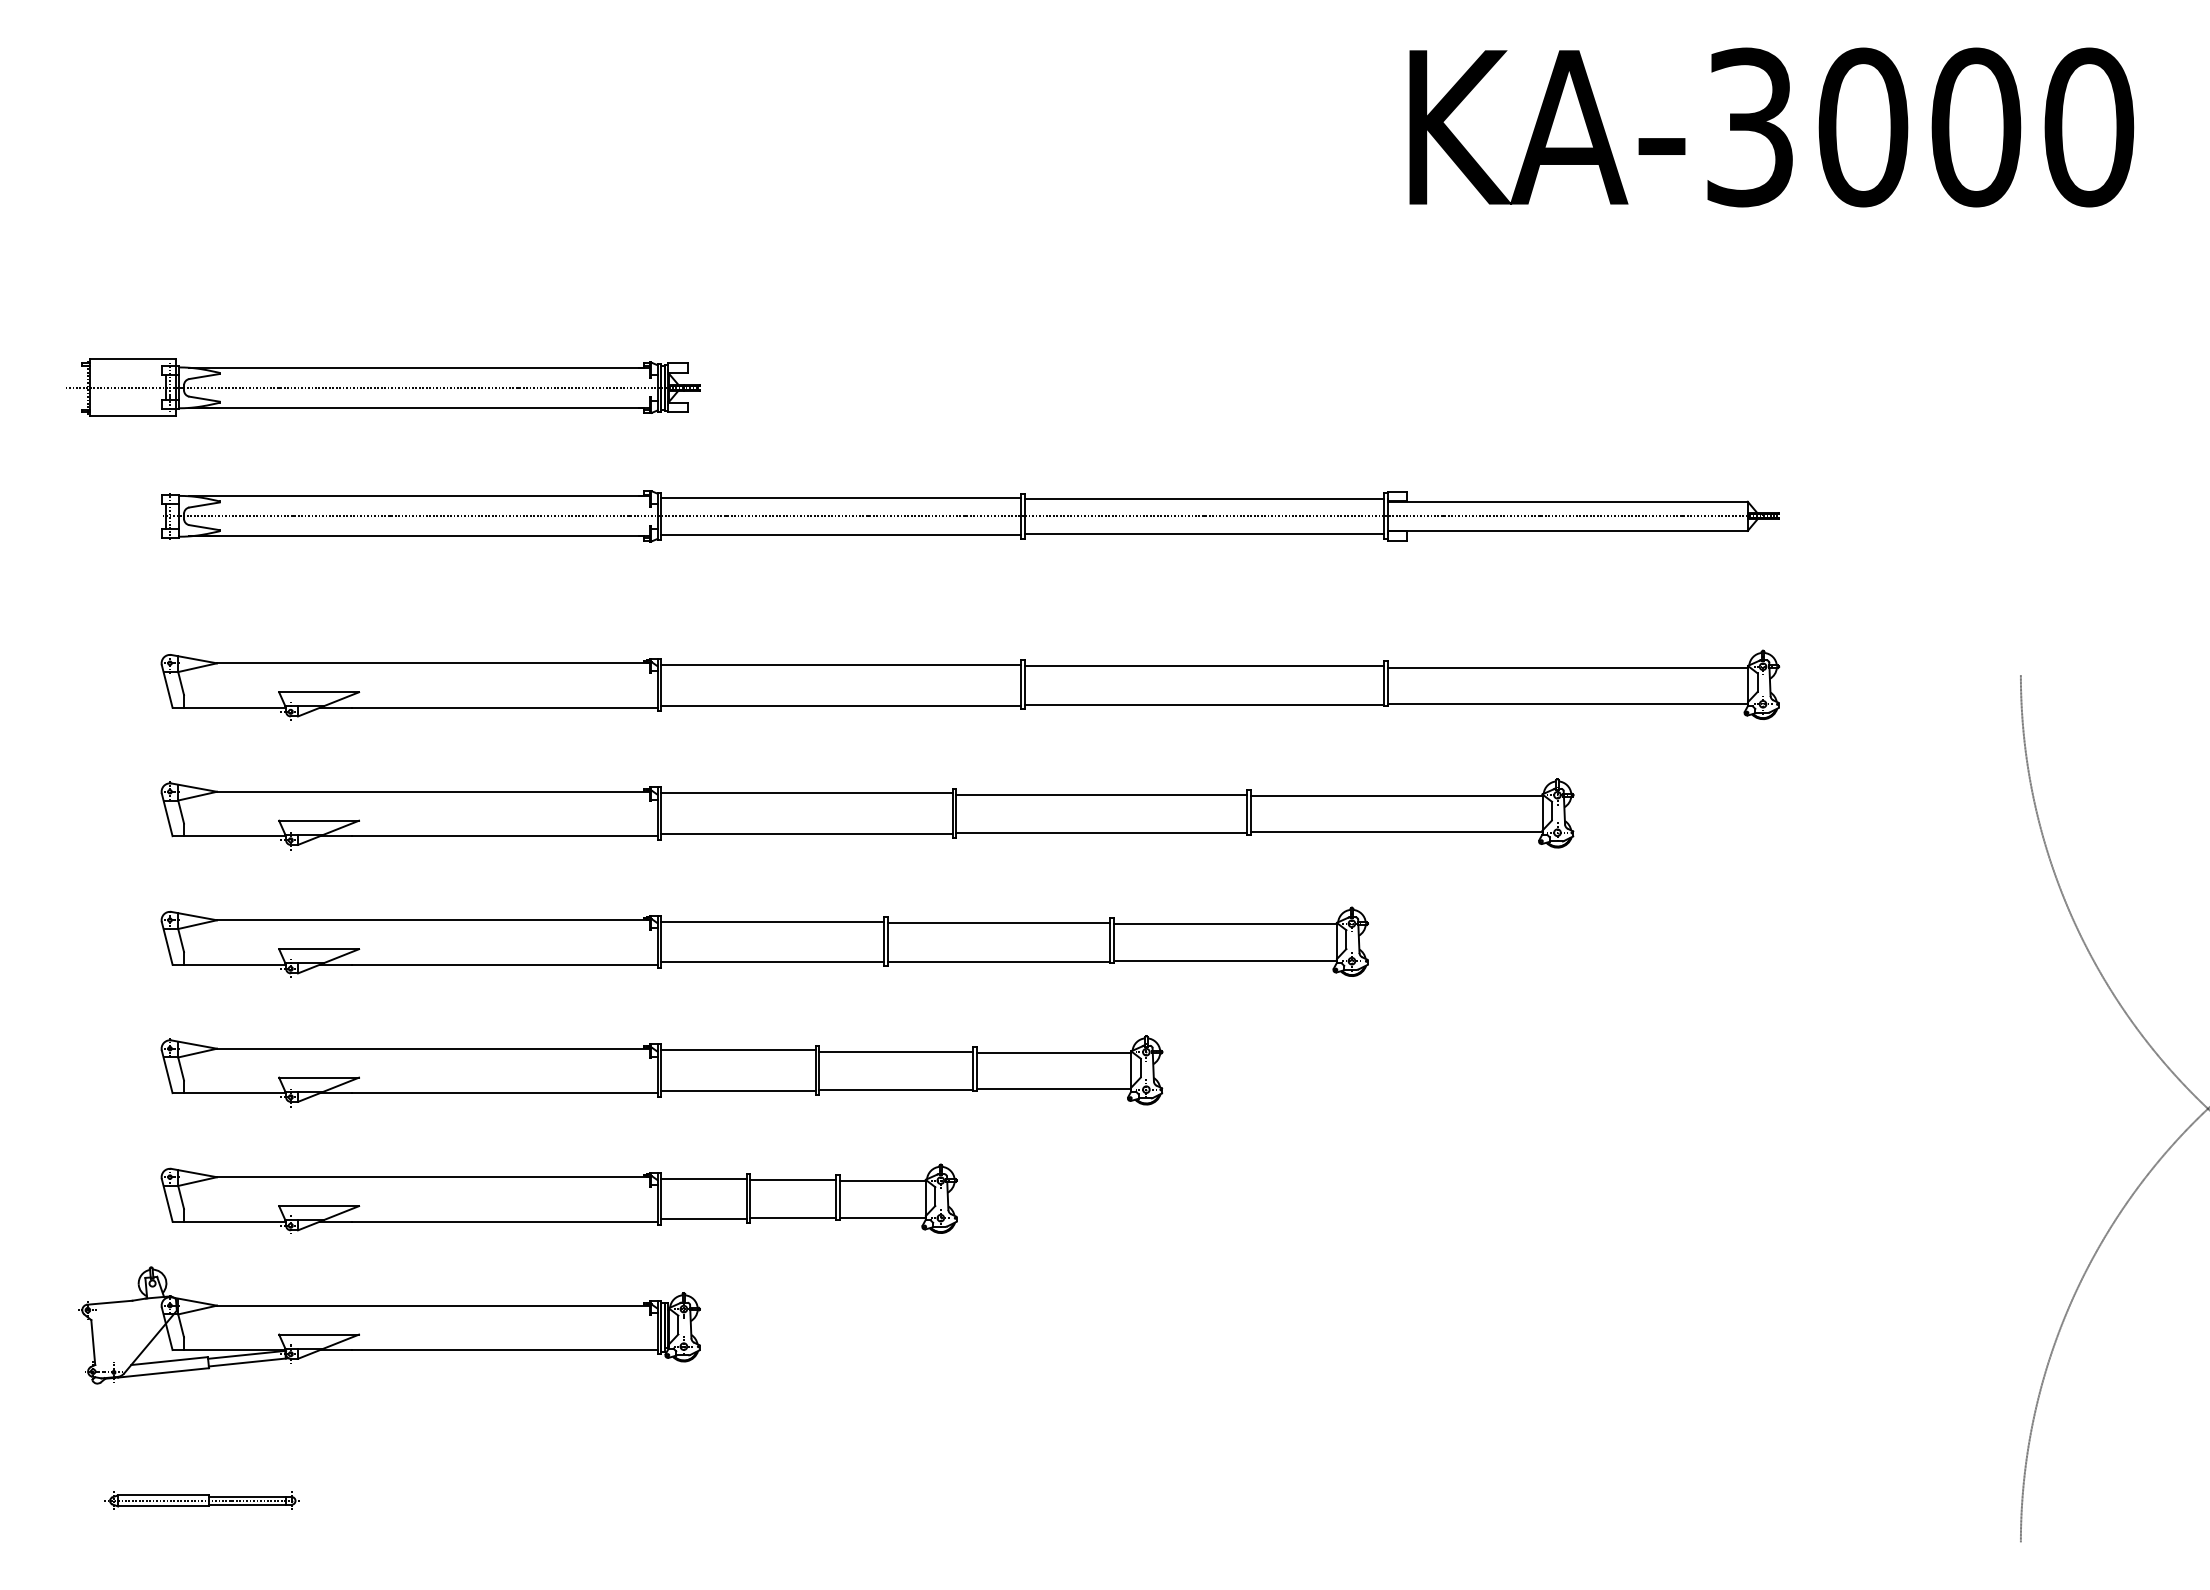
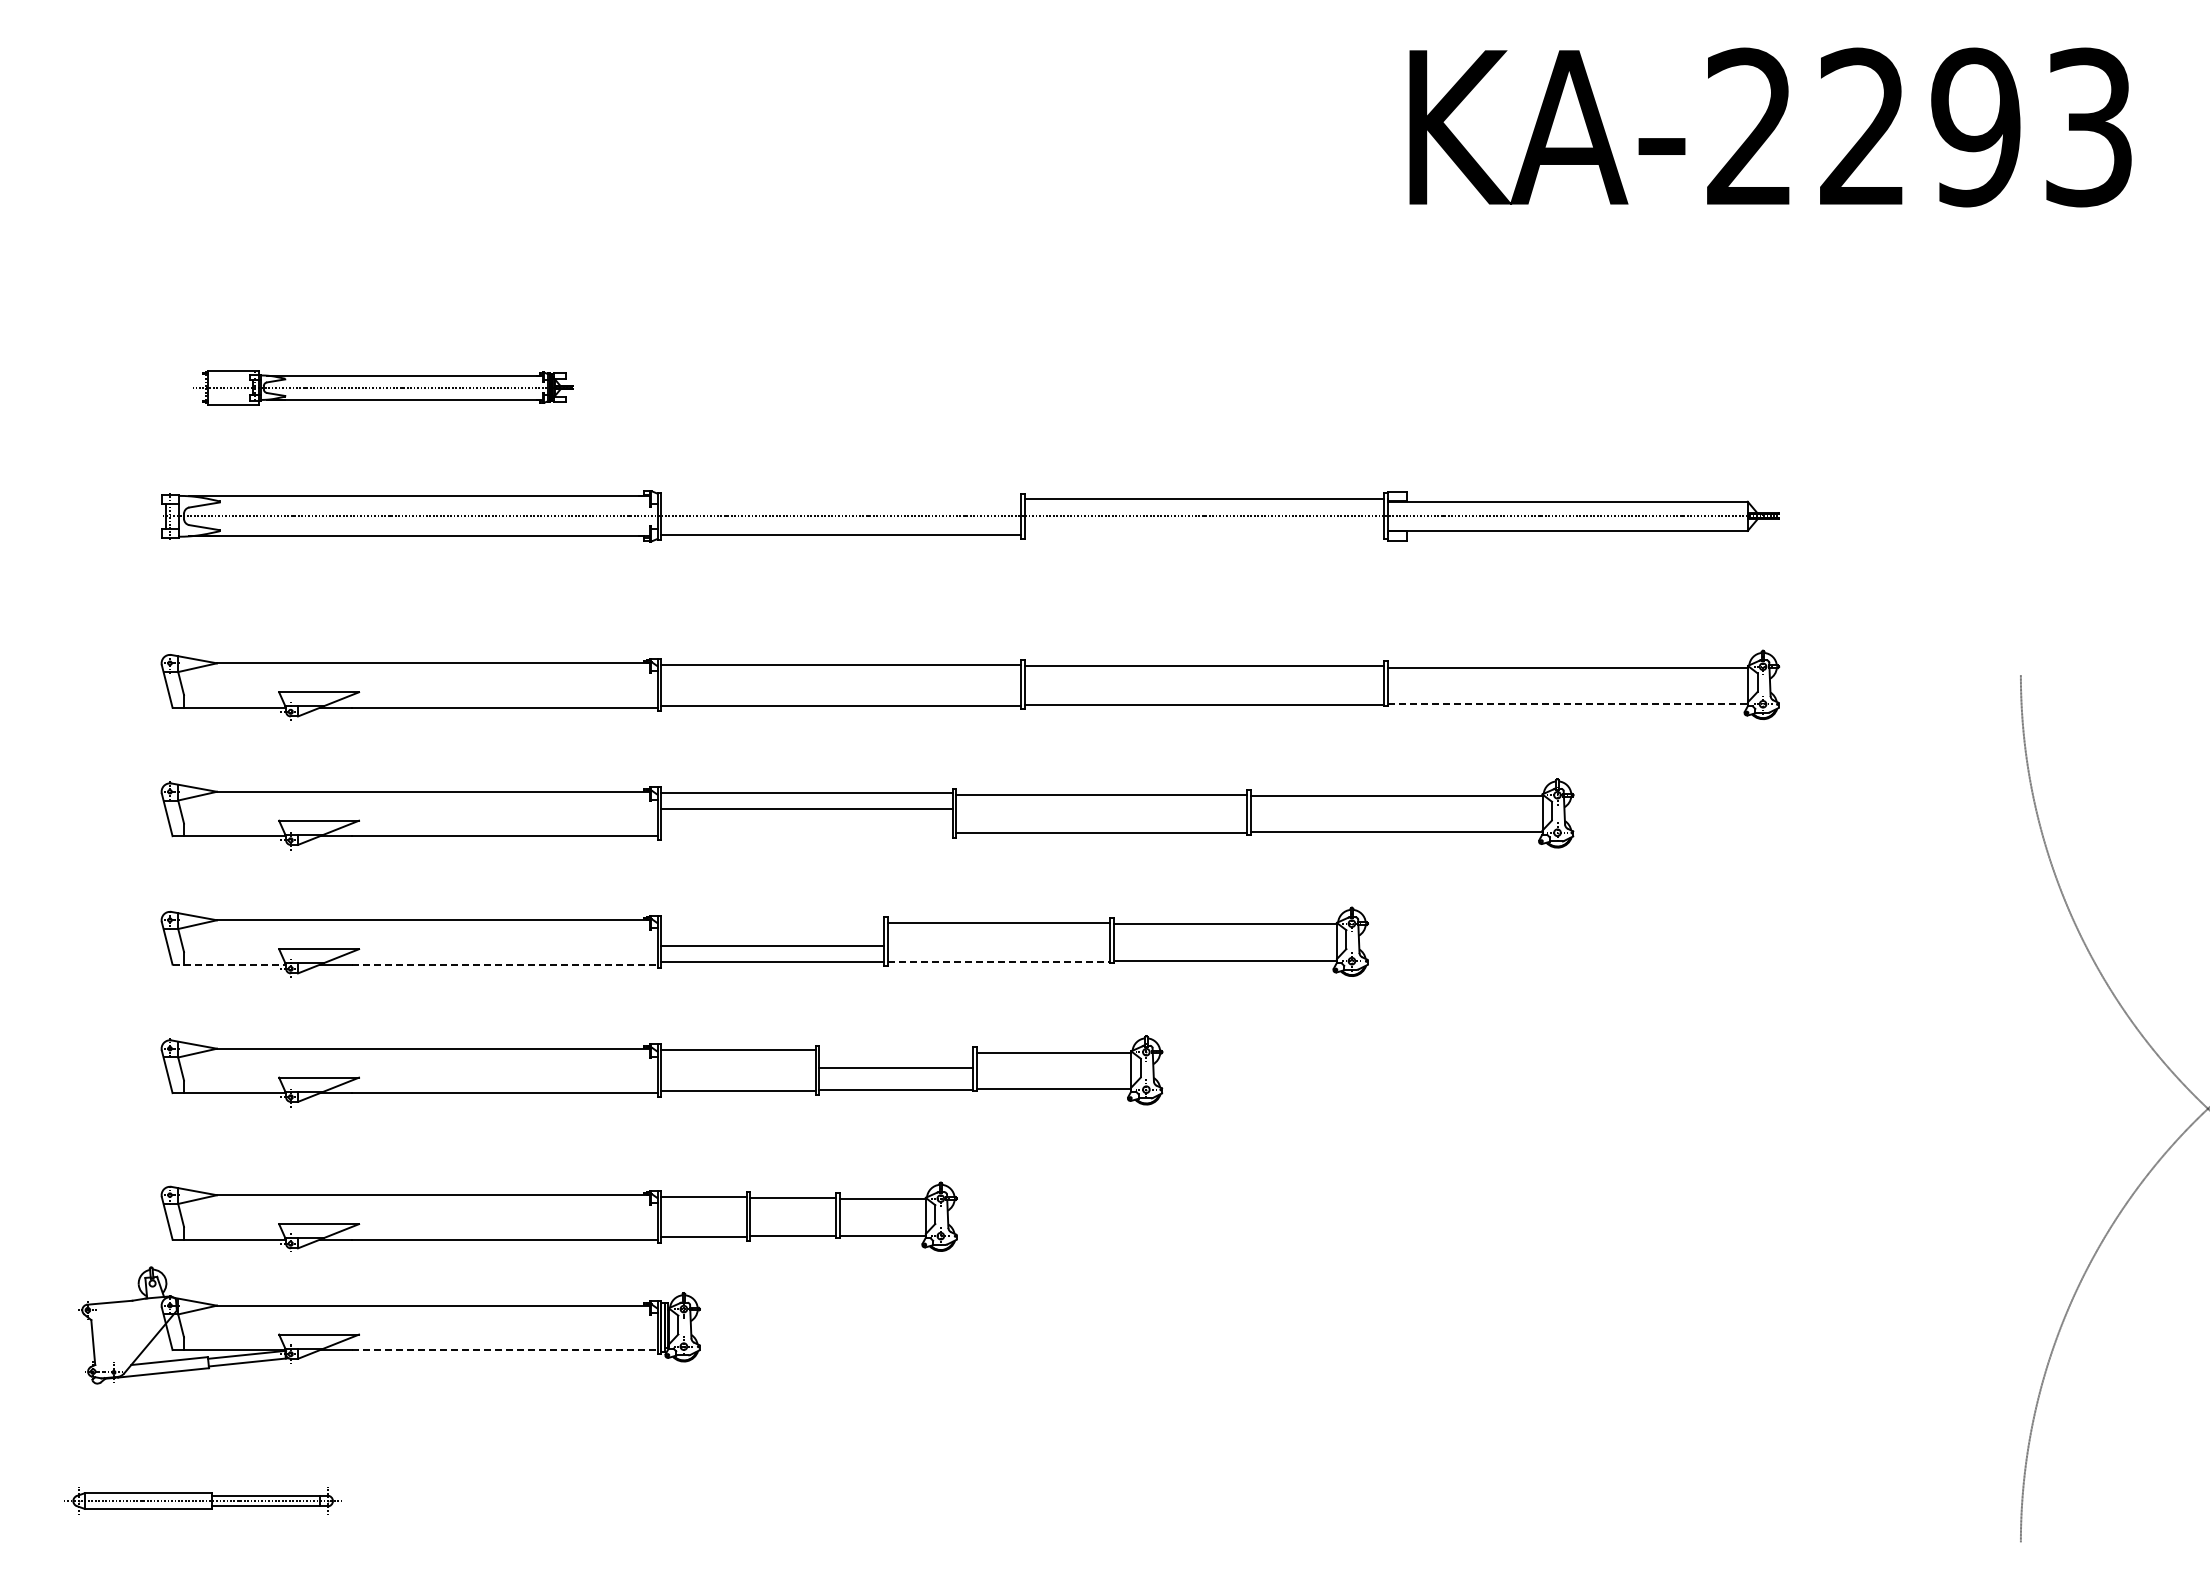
text at (1920, 127): KA-3000 -> KA-2293
part at (383, 387) size: 635x59 px -> 381x36 px
line at (841, 497): present -> none
line at (1204, 533): present -> none
line at (1568, 703): solid -> dashed
line at (806, 833) position: (806, 833) -> (806, 808)
line at (772, 921) position: (772, 921) -> (772, 945)
line at (999, 961): solid -> dashed
line at (229, 964): solid -> dashed
line at (504, 964): solid -> dashed
line at (896, 1051) position: (896, 1051) -> (896, 1067)
part at (558, 1198) position: (558, 1198) -> (558, 1216)
line at (504, 1350): solid -> dashed
part at (201, 1500) size: 196x19 px -> 278x28 px
